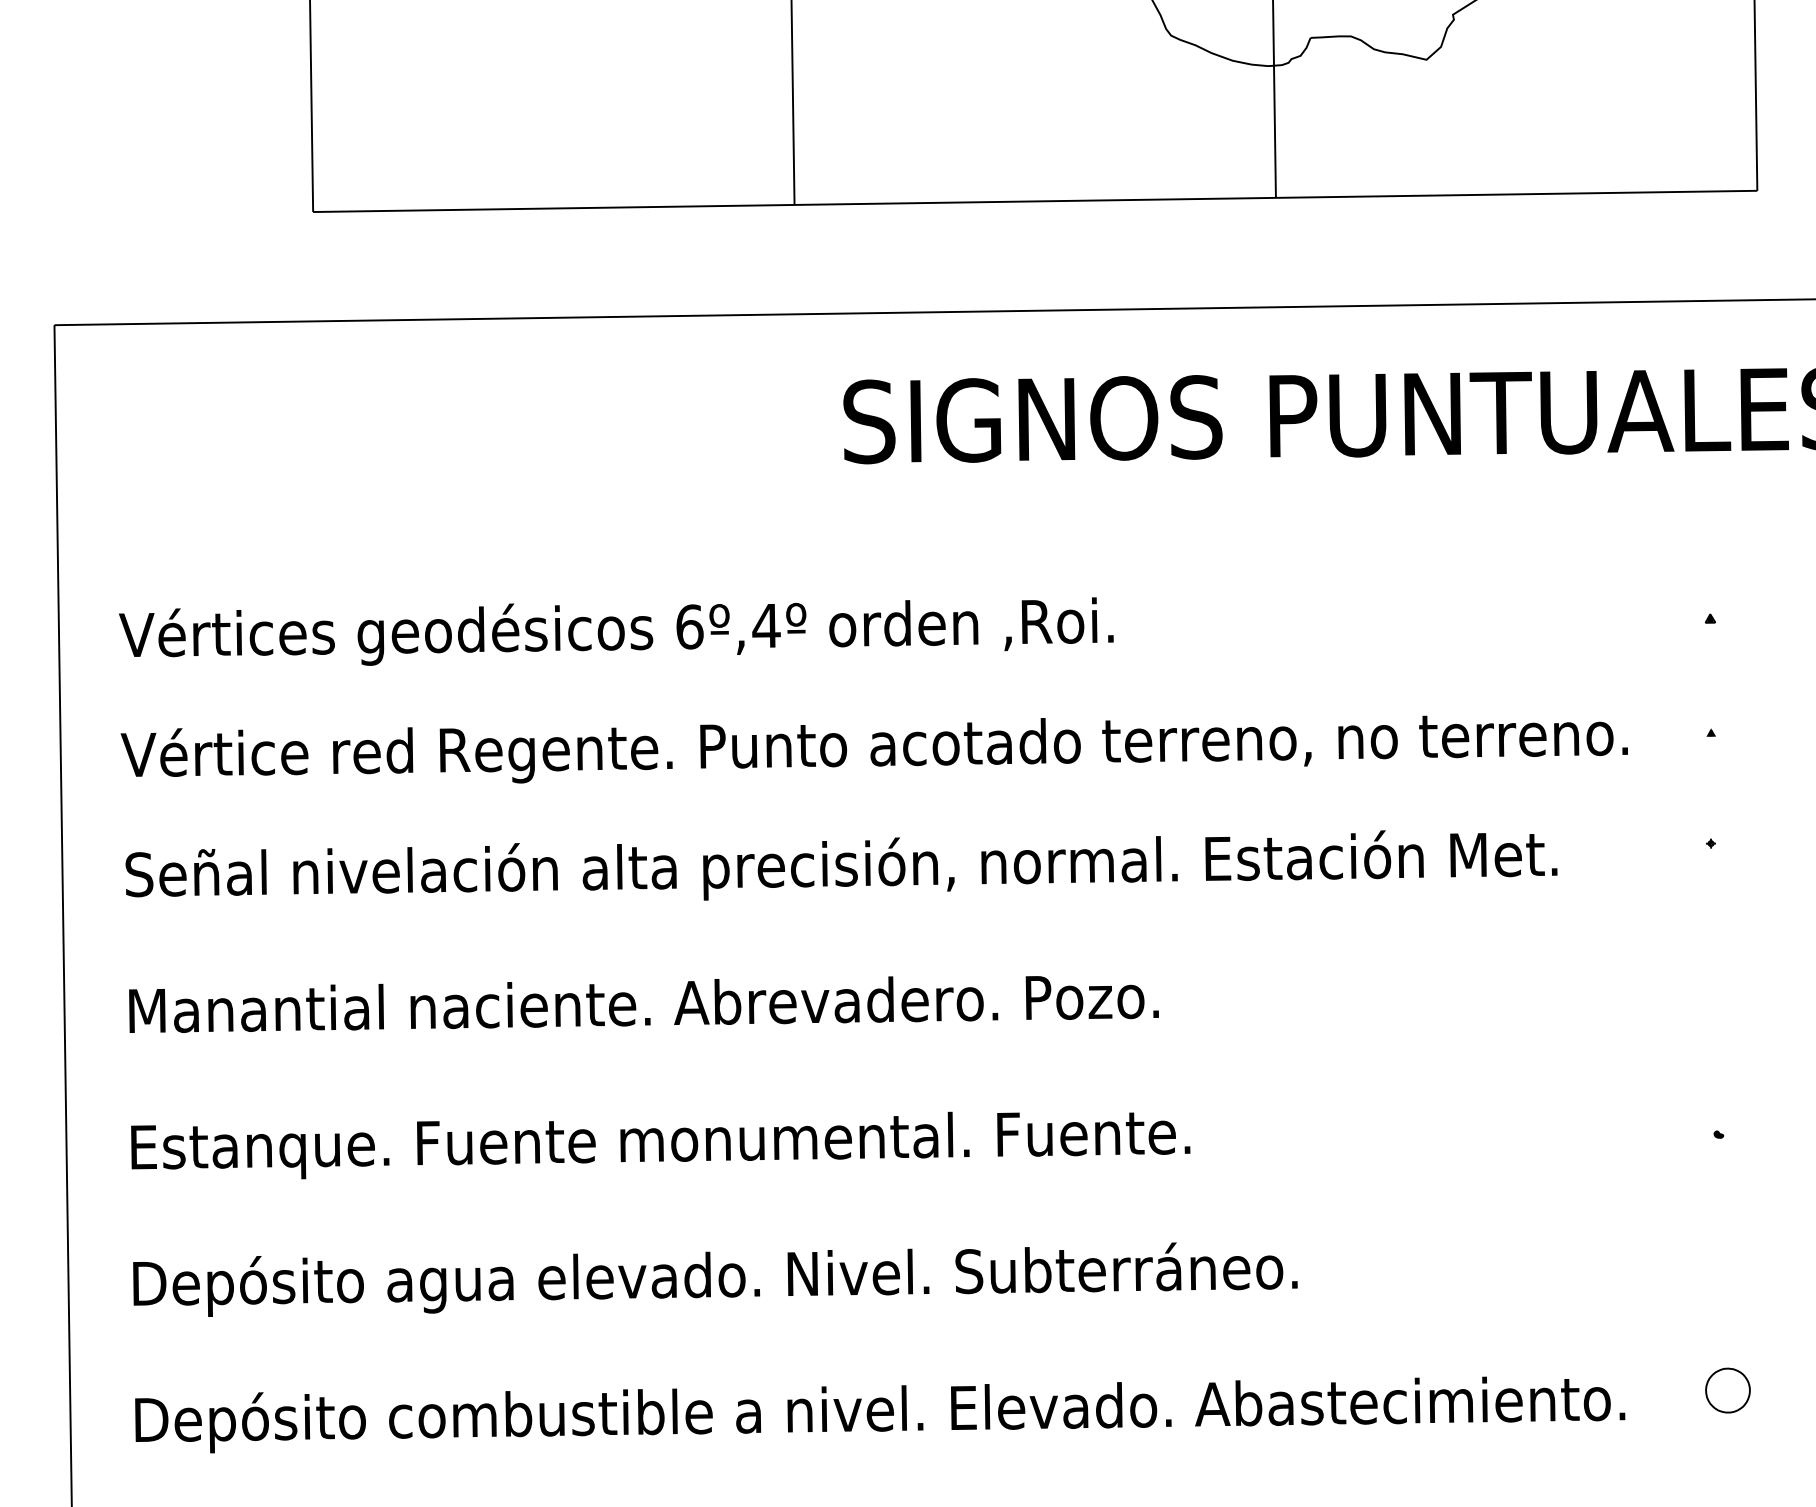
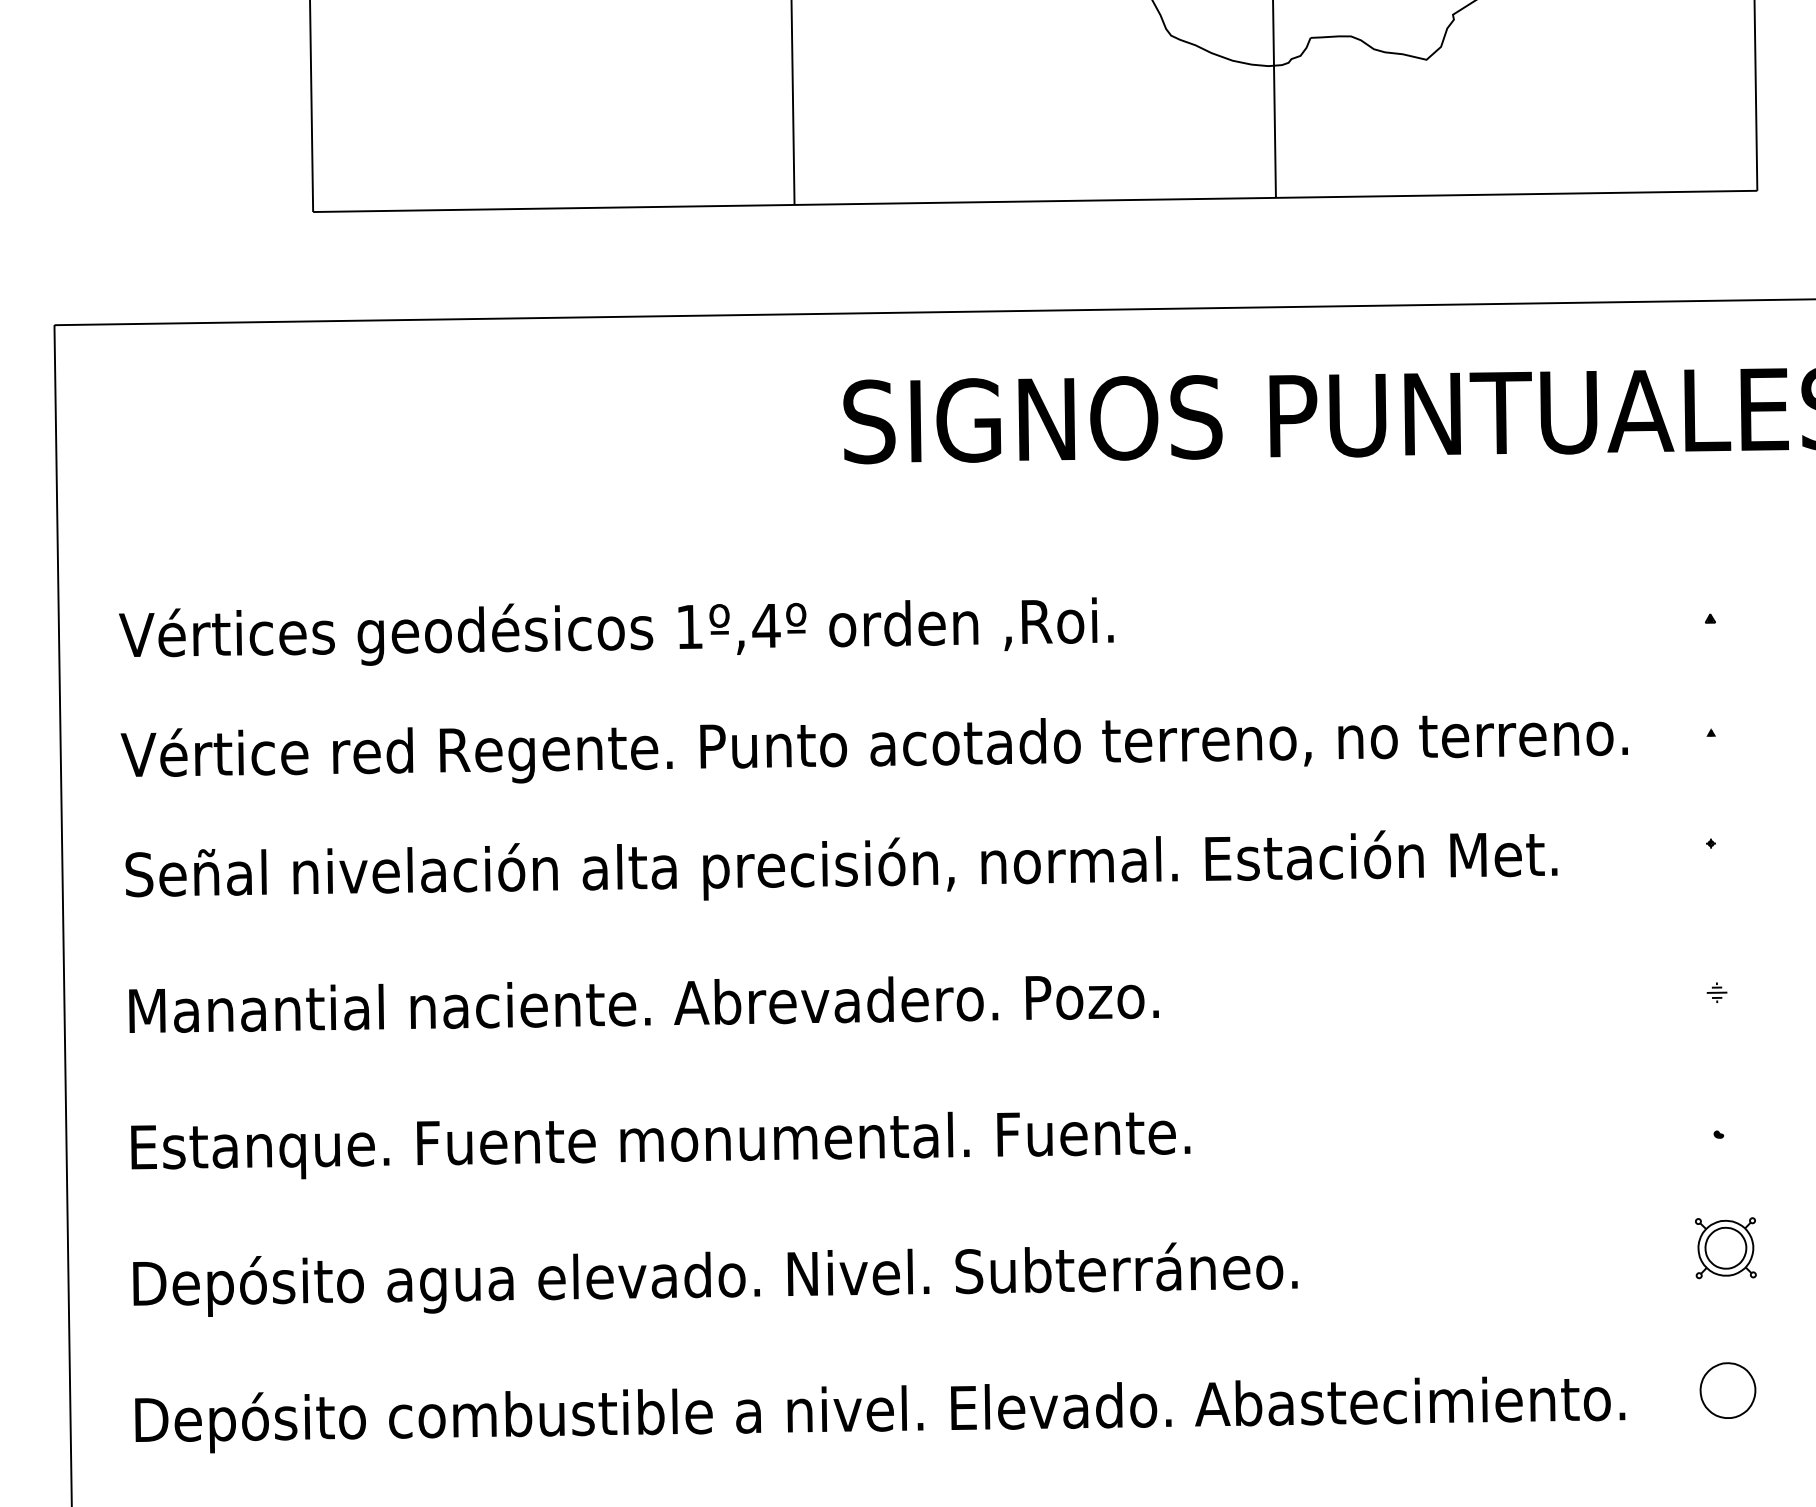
text at (689, 626): 6º,4º -> 1º,4º
part at (1716, 992): none -> present
part at (1725, 1248): none -> present
part at (1727, 1390) size: 46x47 px -> 58x57 px
